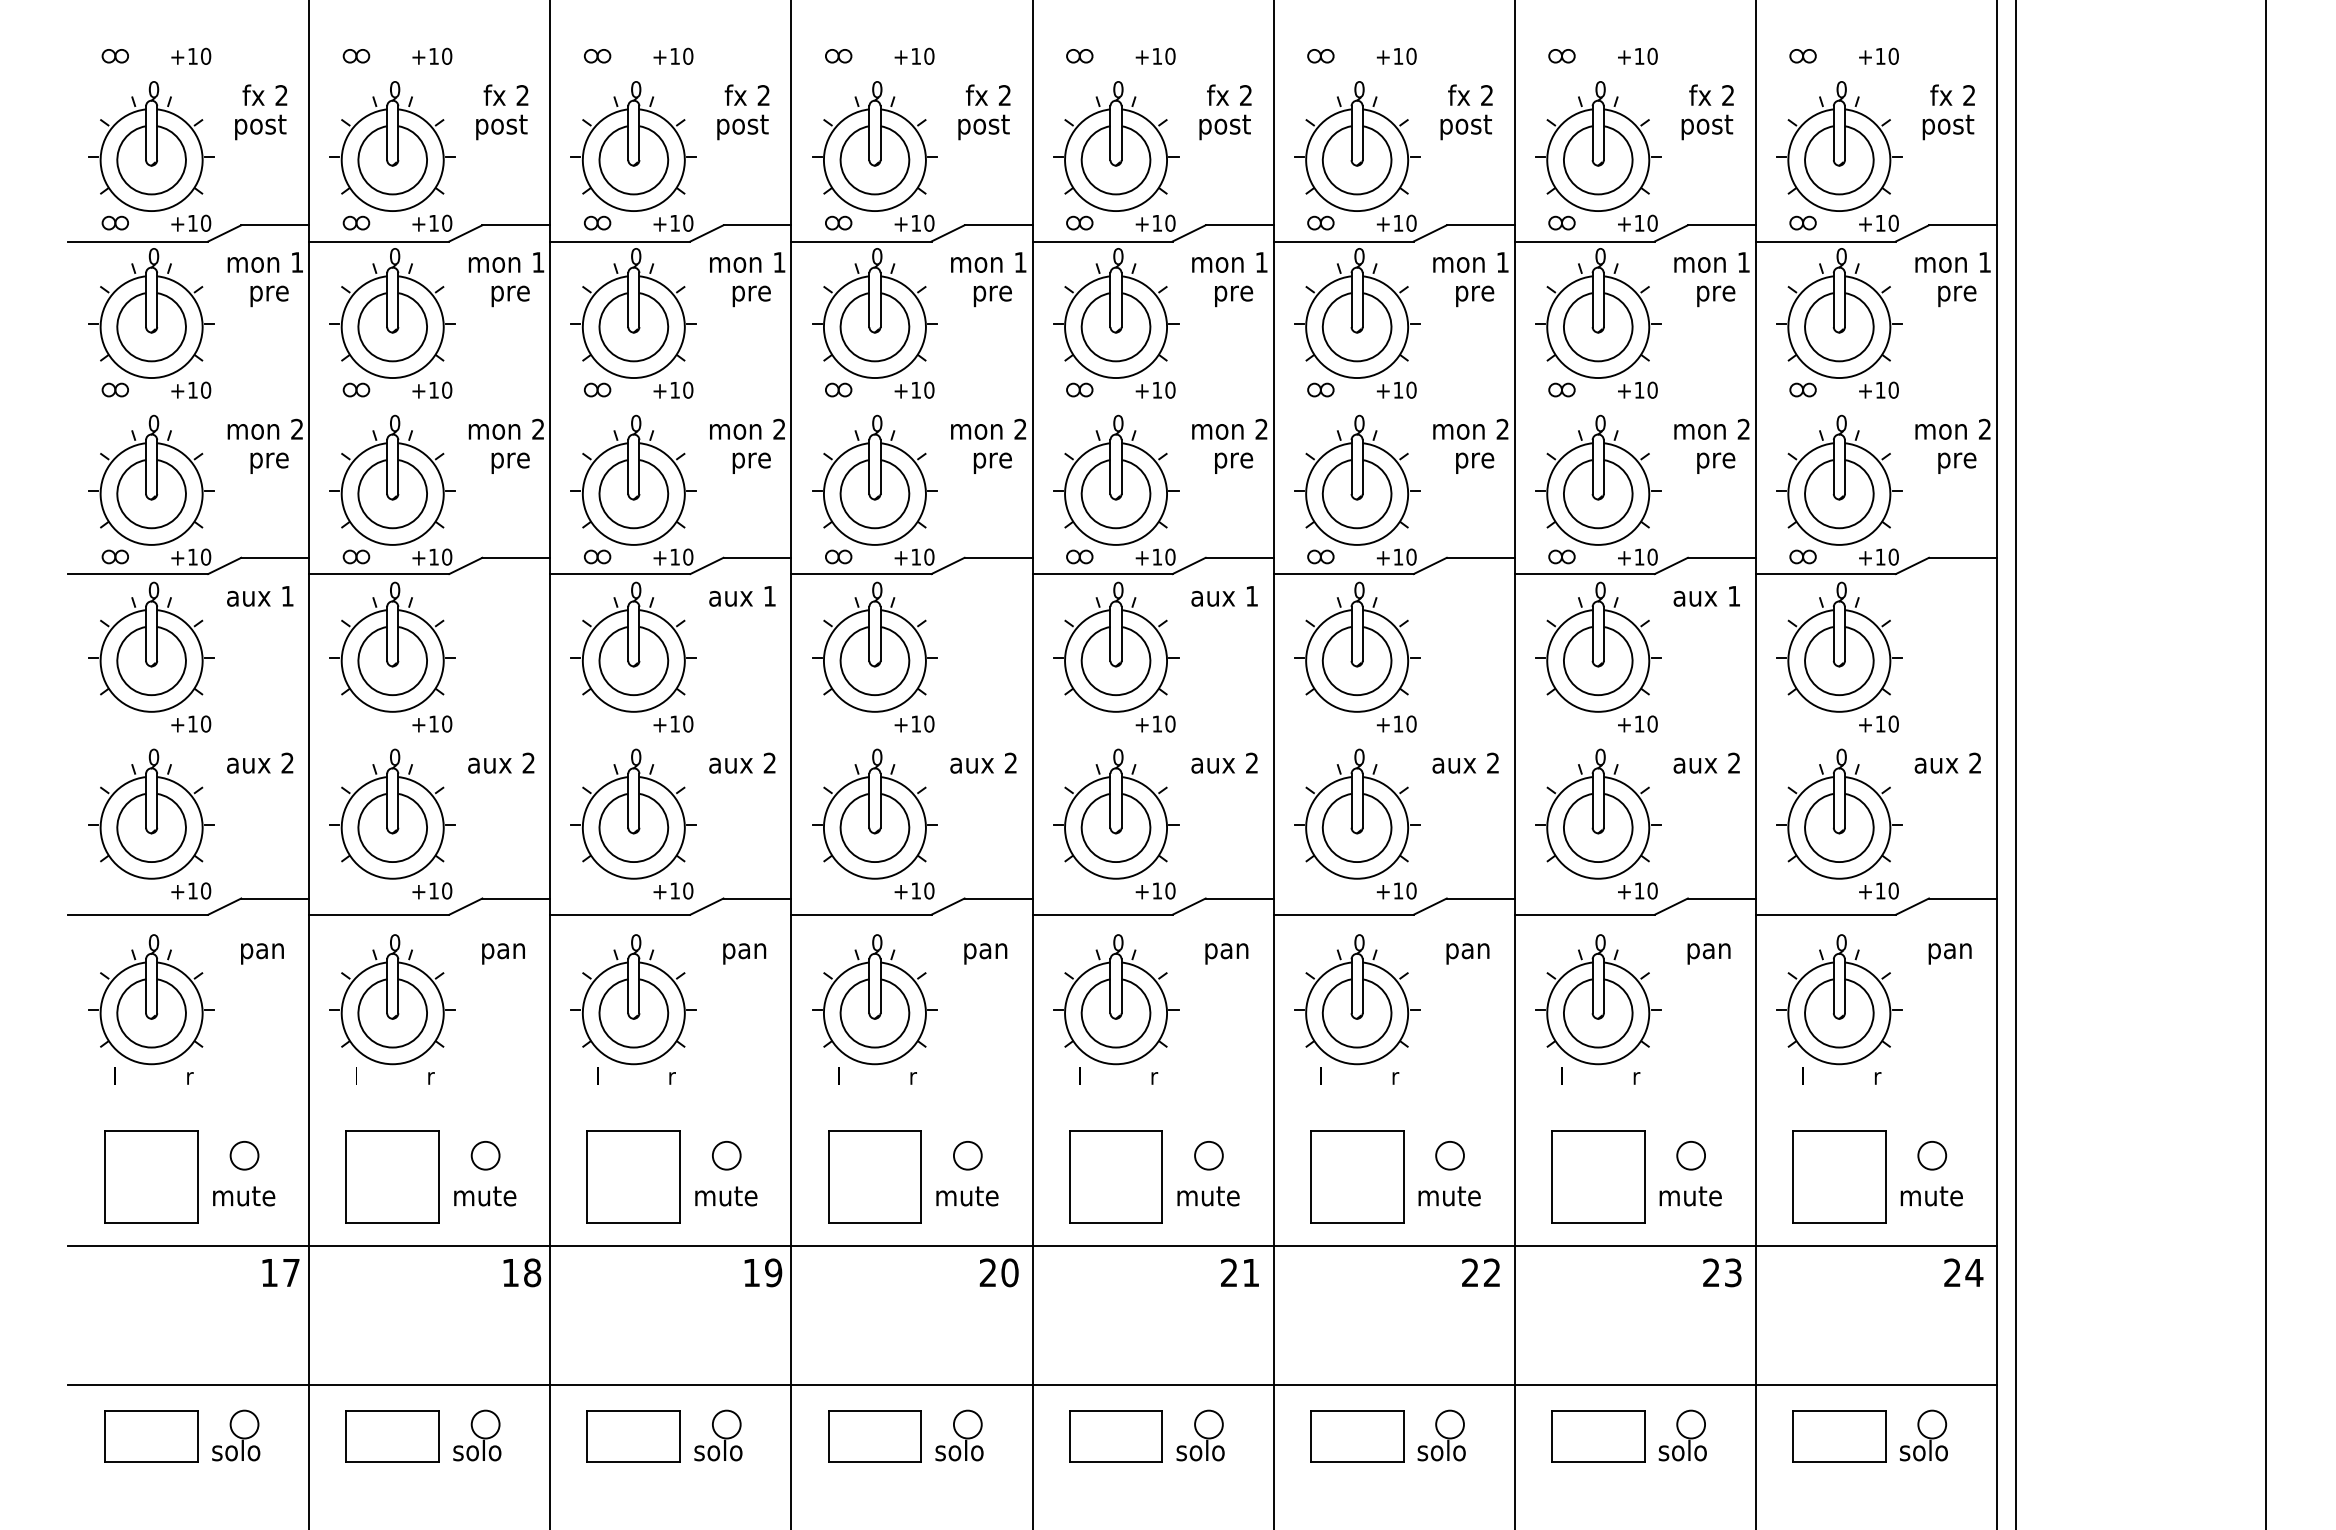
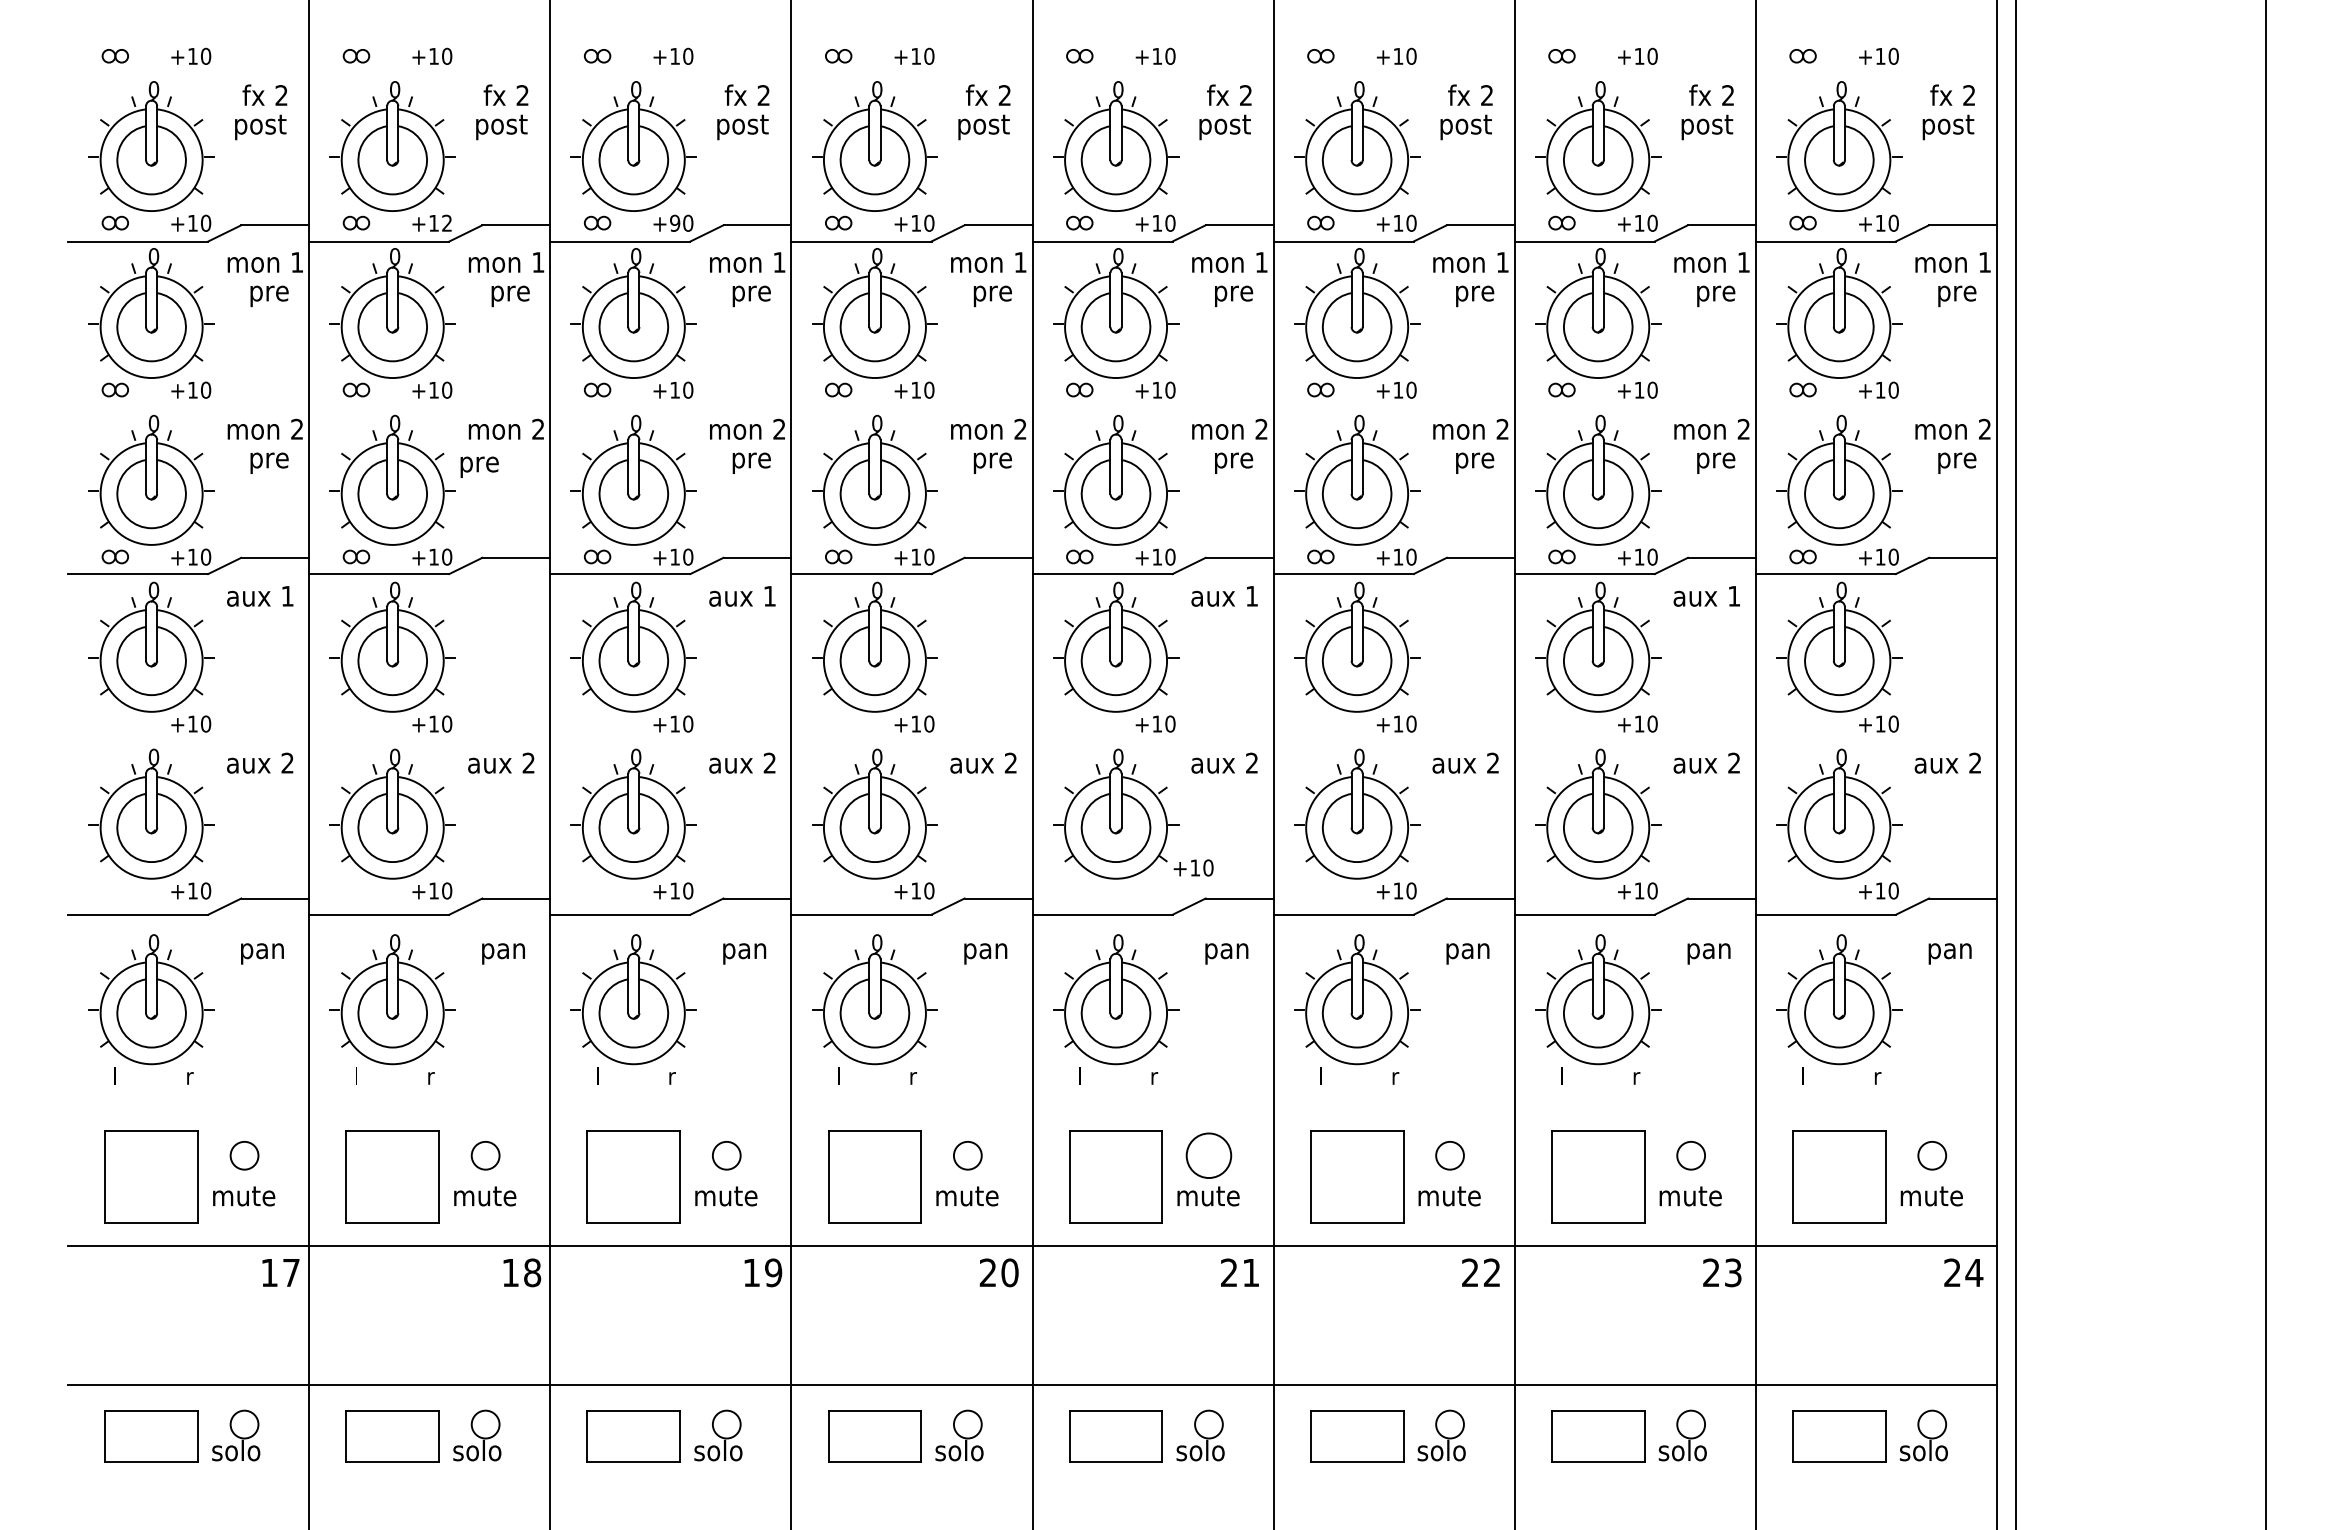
text at (447, 222): +10 -> +12
text at (675, 222): +10 -> +90
text at (510, 462) position: (510, 462) -> (479, 466)
text at (1155, 890) position: (1155, 890) -> (1193, 867)
circle at (1208, 1155) diameter: 28 px -> 45 px
